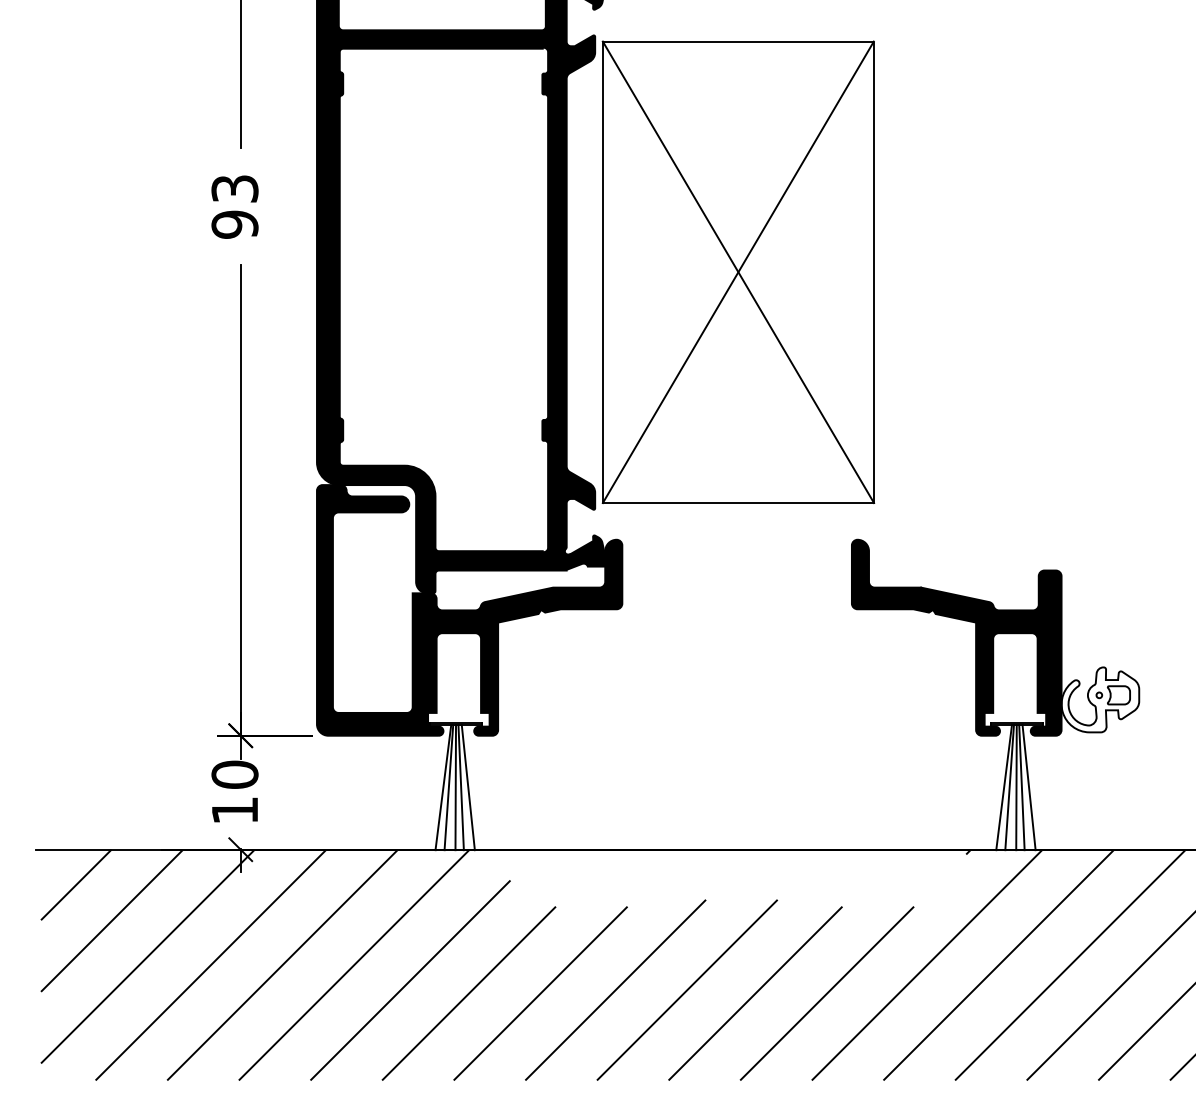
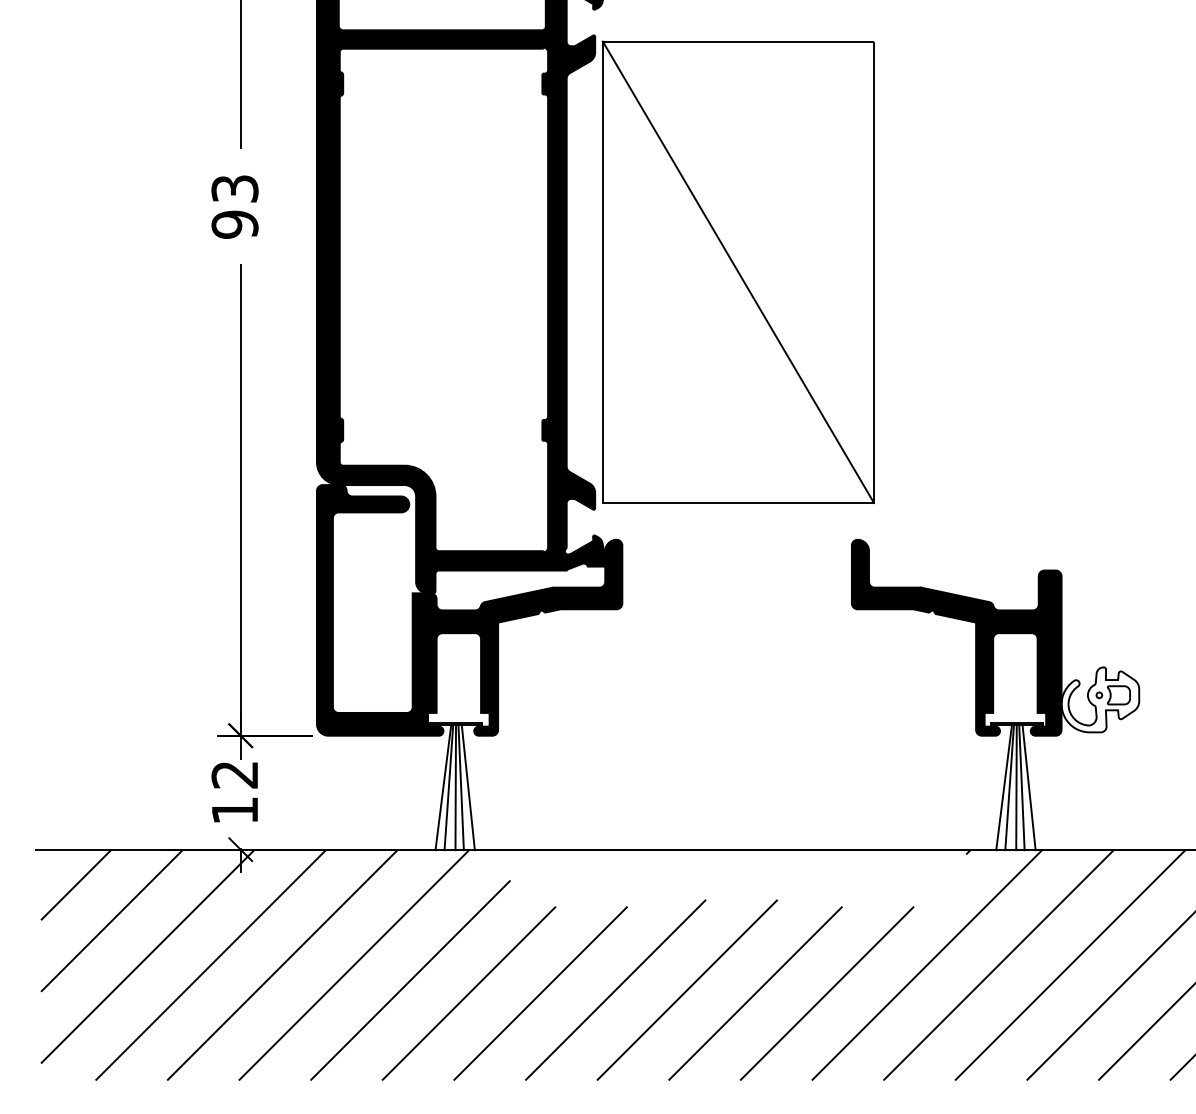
line at (737, 272): present -> none
text at (234, 774): 10 -> 12
